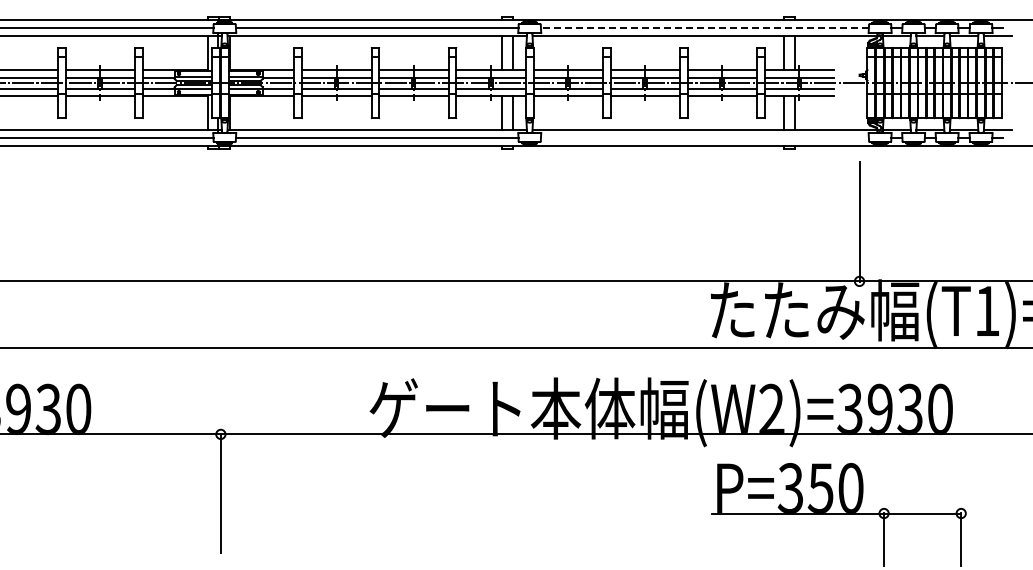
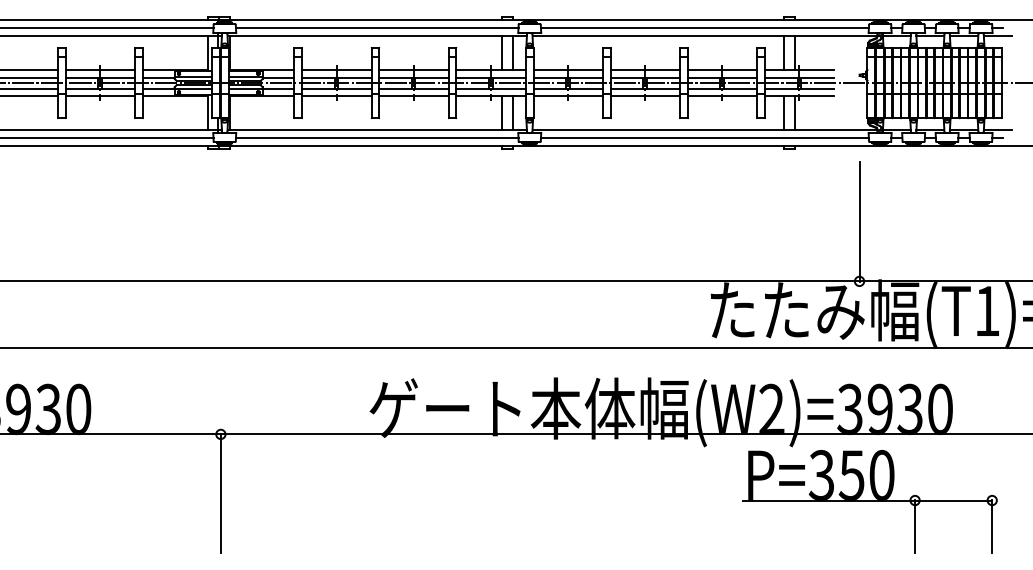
line at (704, 27): dashed -> solid
line at (704, 138): none -> present
part at (838, 514) position: (838, 514) -> (869, 501)
